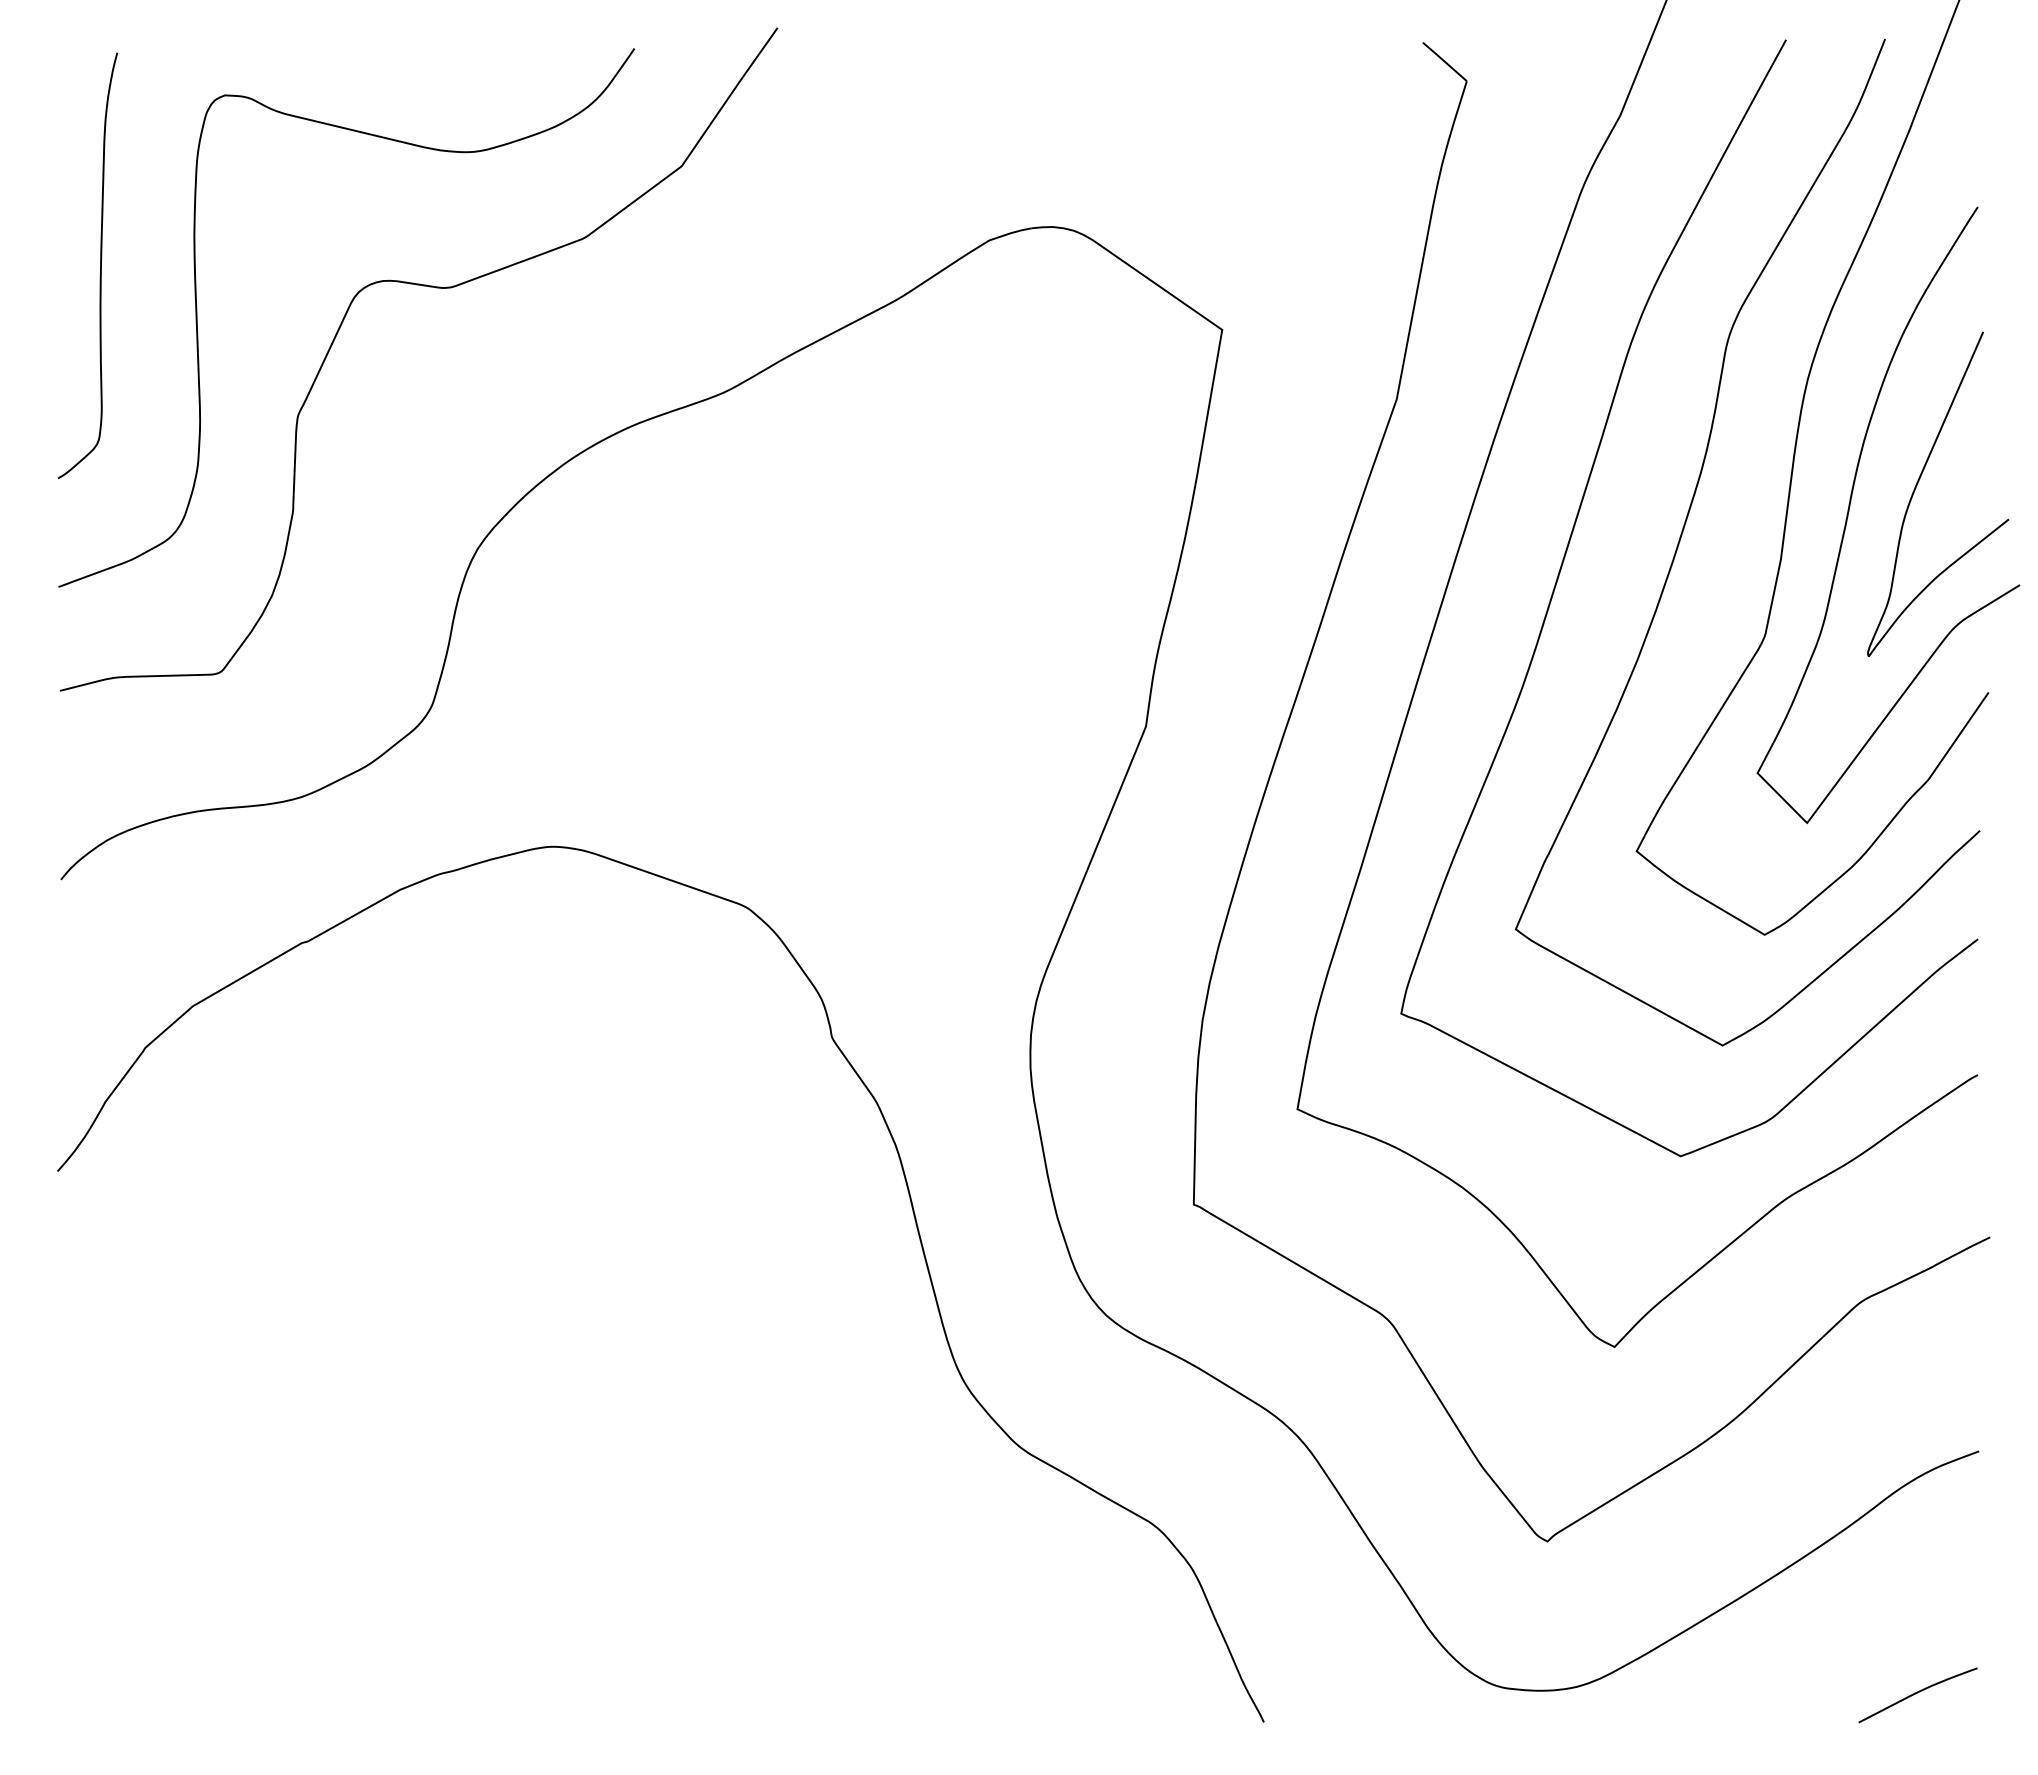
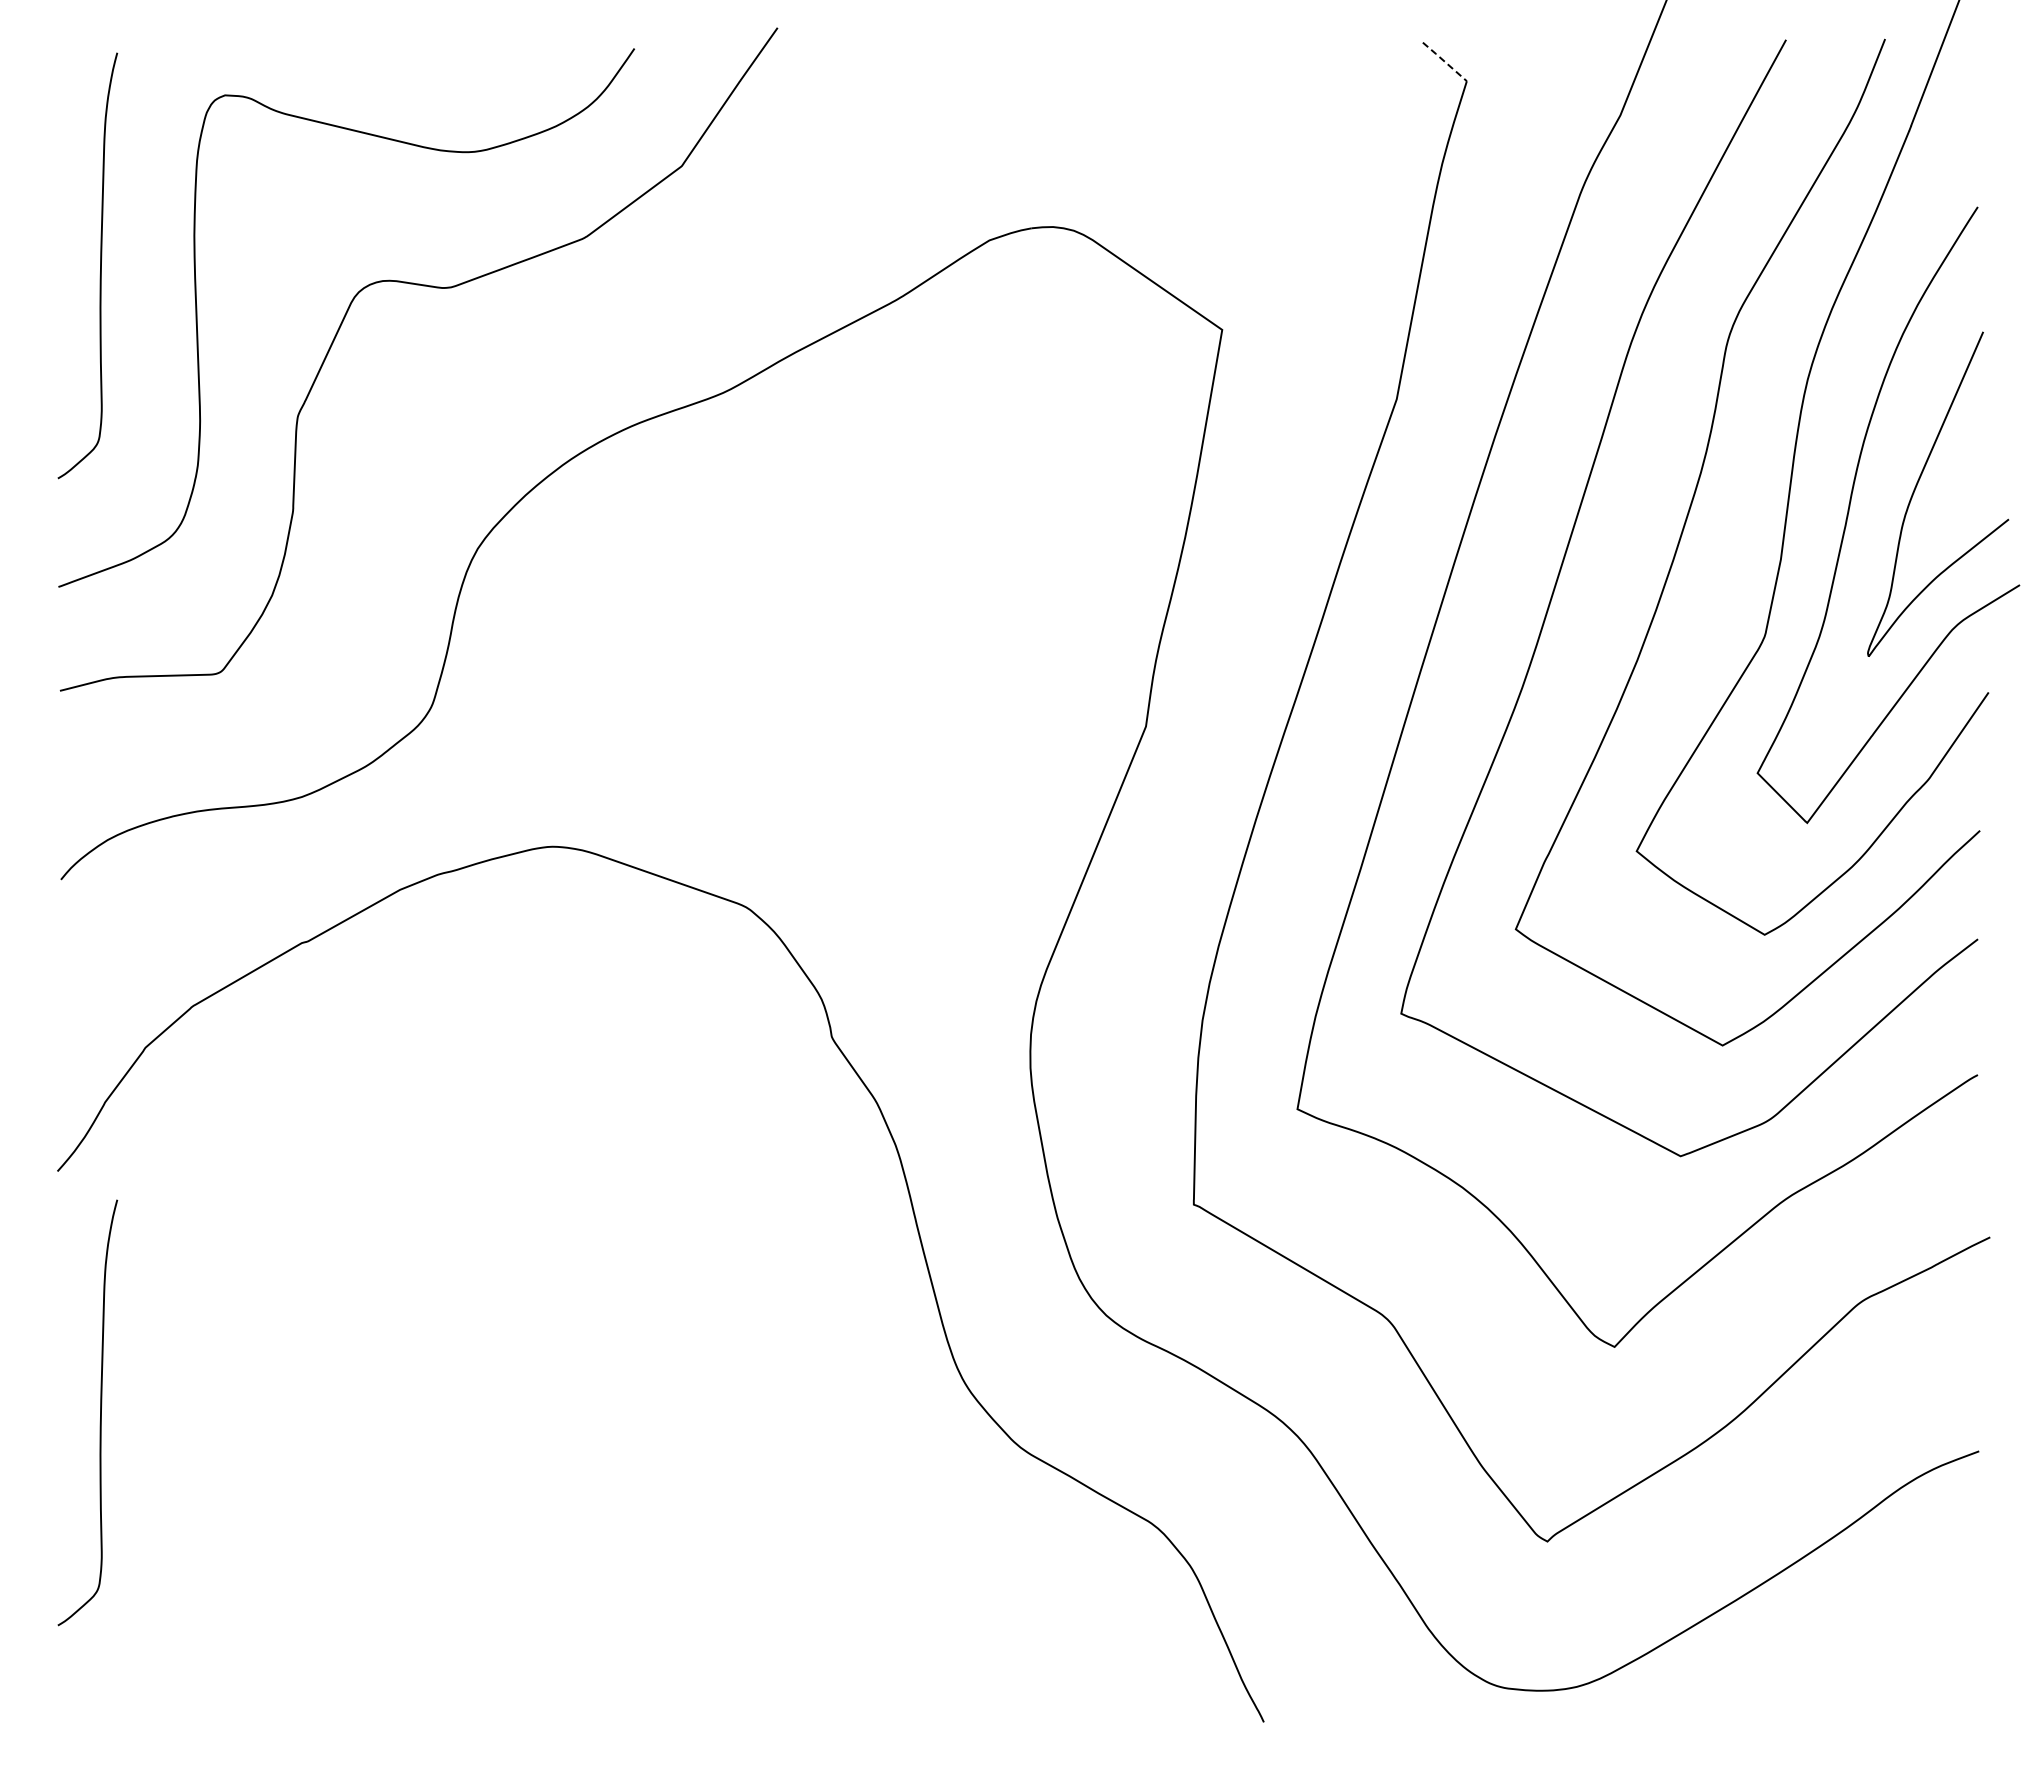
line at (1444, 61): solid -> dashed
curve at (100, 1412): none -> present
curve at (1917, 1693): present -> none
